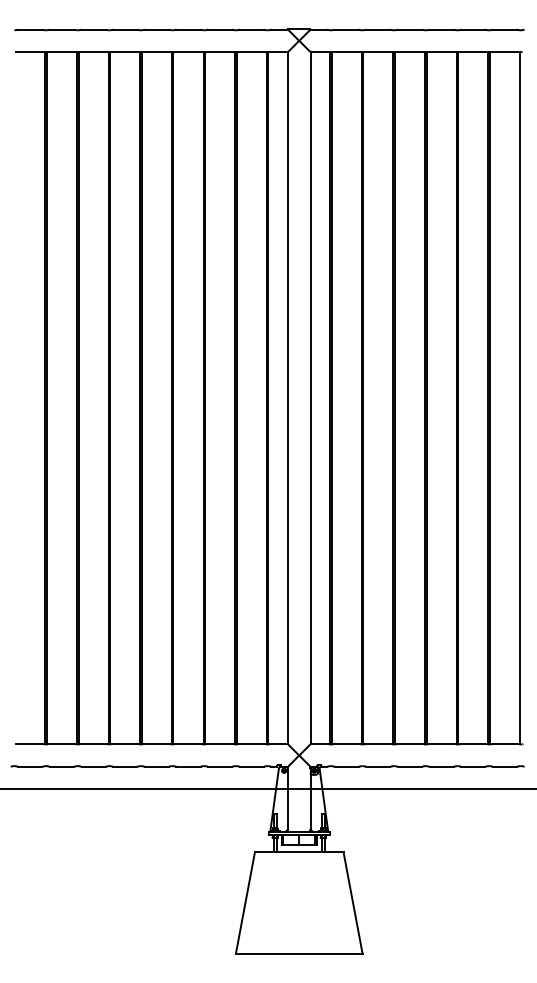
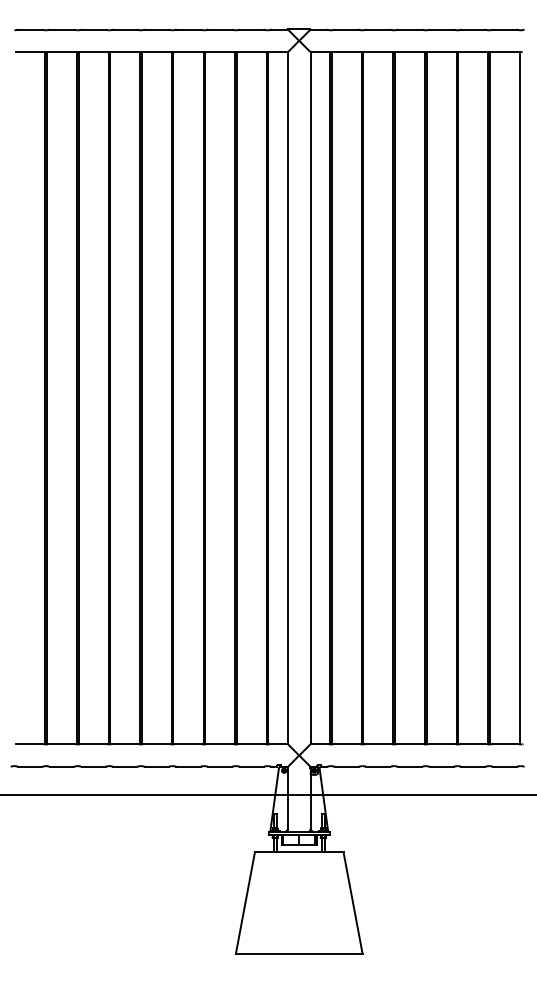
line at (267, 788) position: (267, 788) -> (267, 794)
